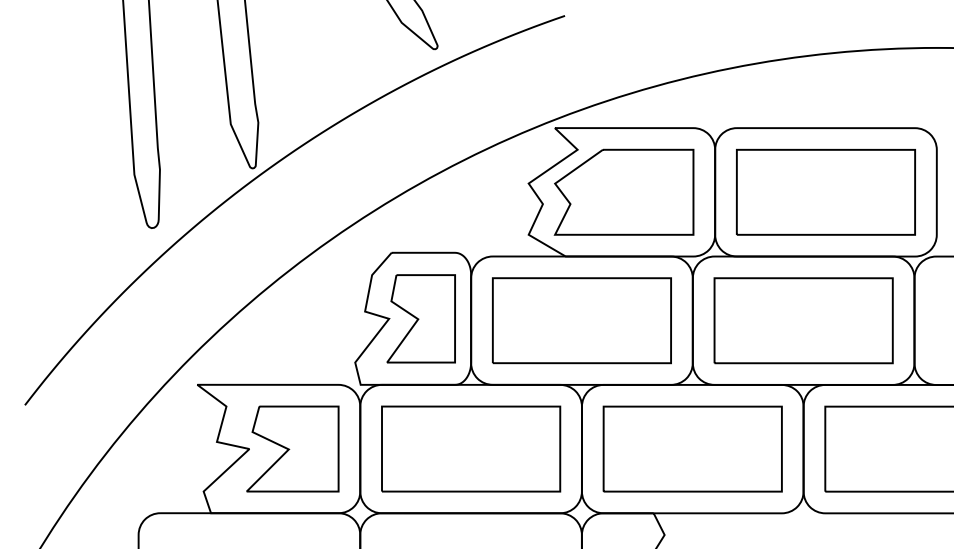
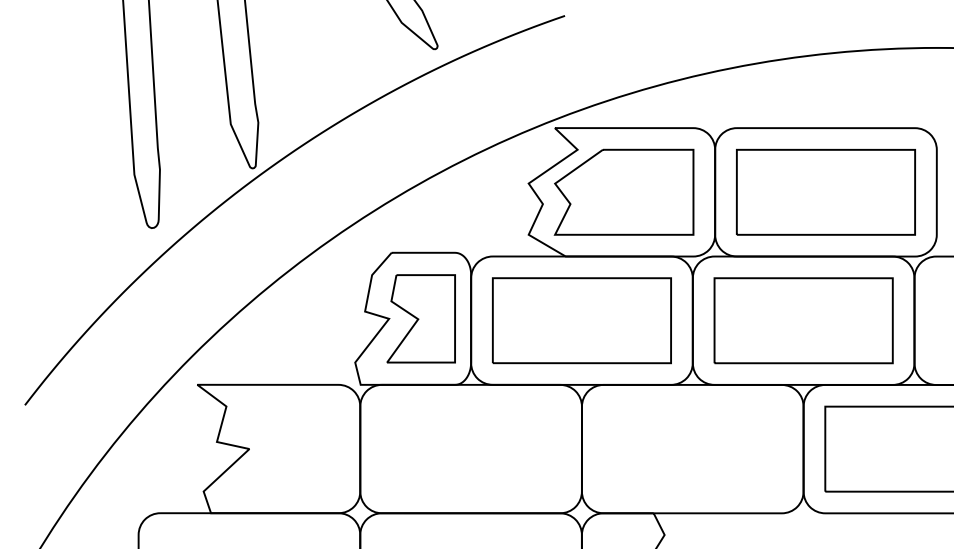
part at (292, 448): present -> none
part at (471, 448): present -> none
part at (692, 448): present -> none
